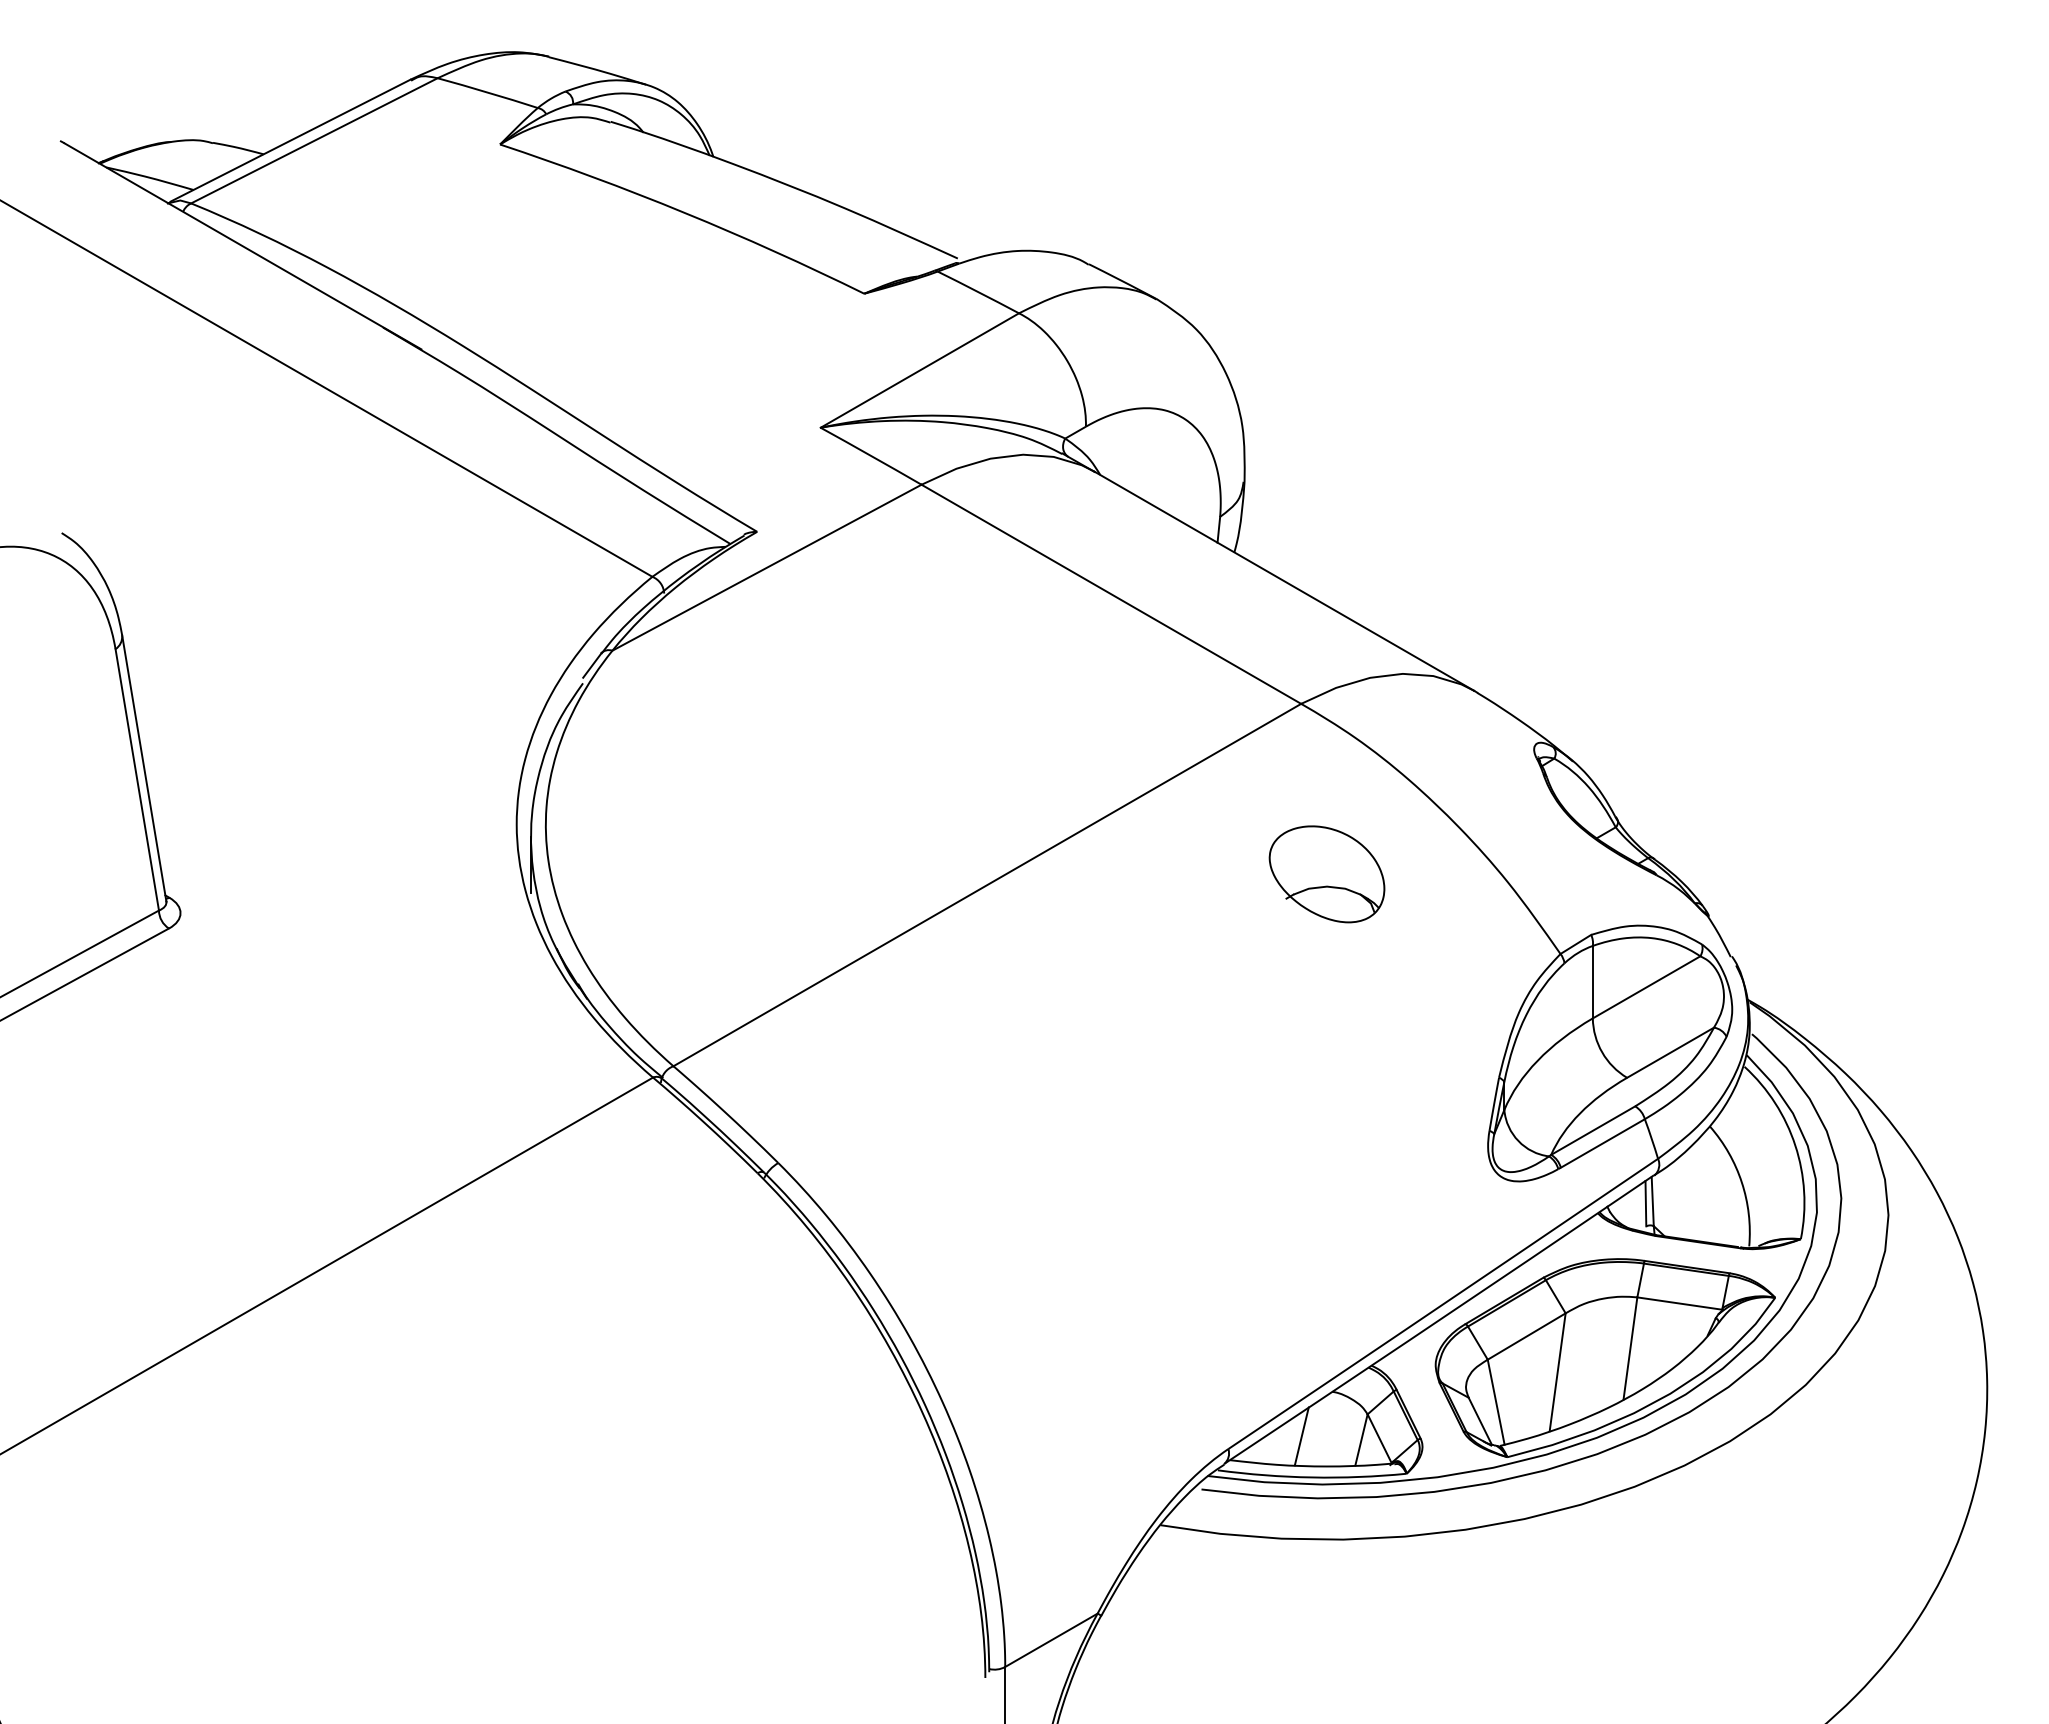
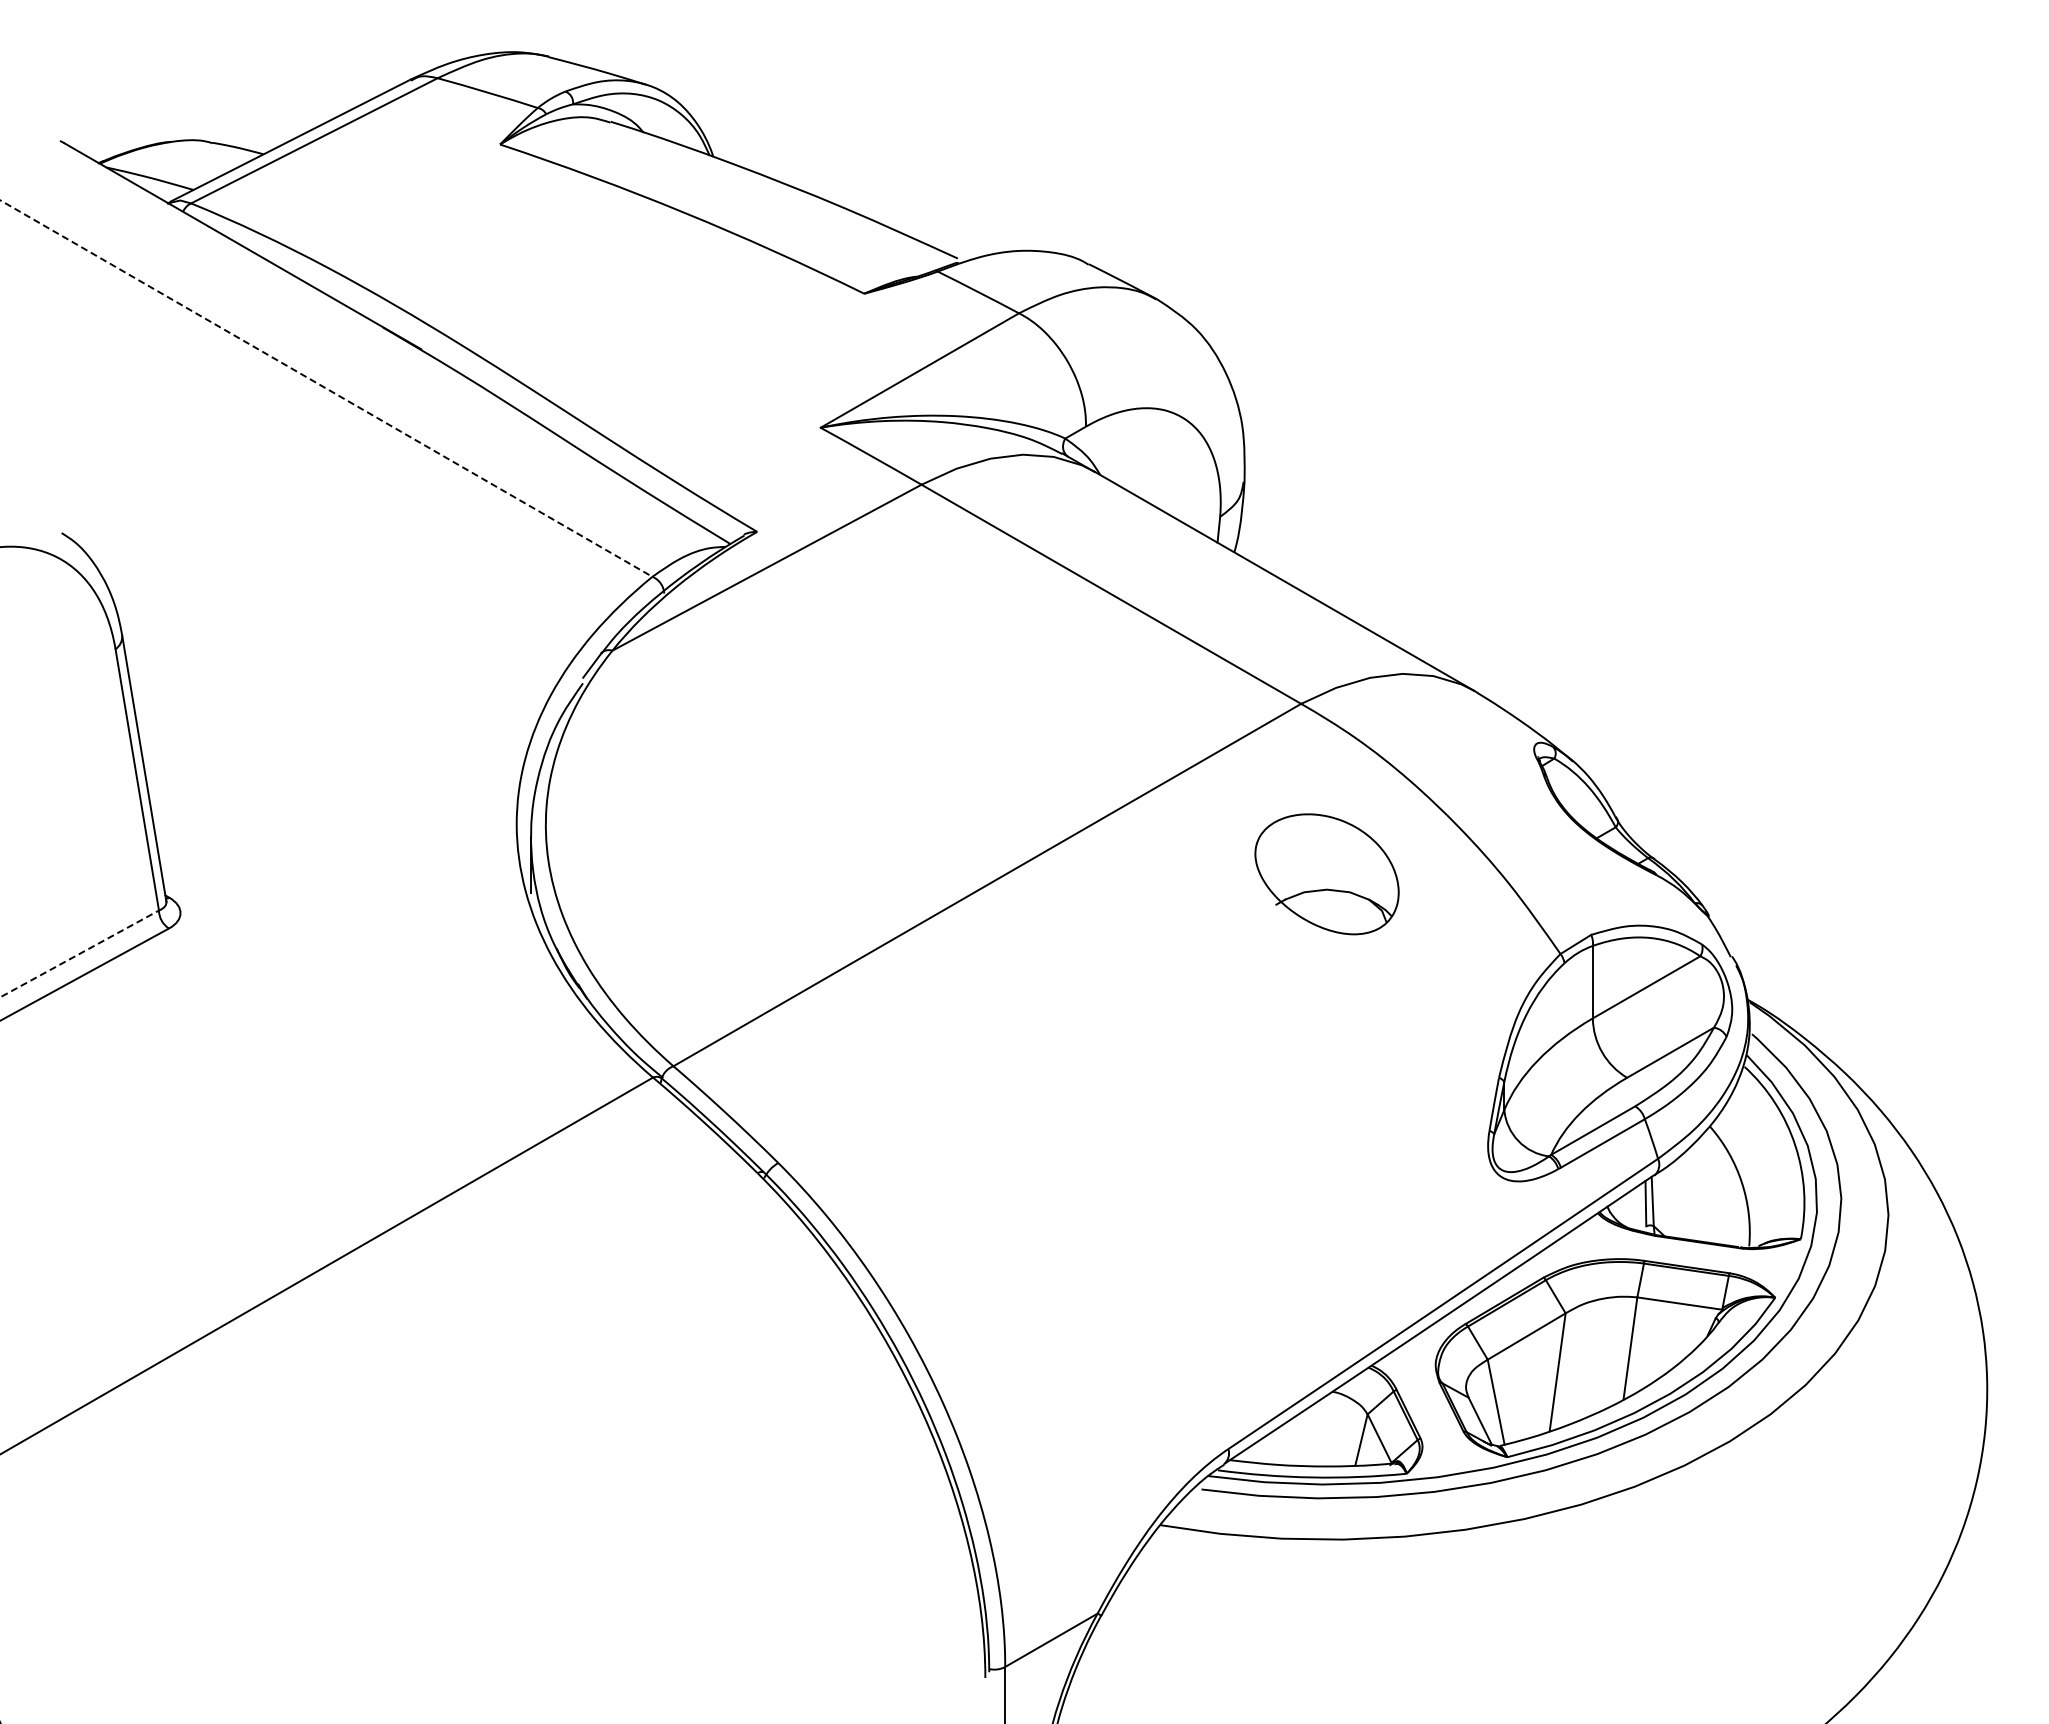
line at (327, 388): solid -> dashed
part at (1326, 874) size: 118x99 px -> 146x123 px
line at (80, 953): solid -> dashed
line at (1301, 1436): present -> none
